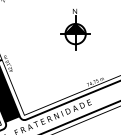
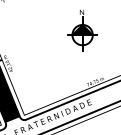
part at (75, 29) position: (75, 29) -> (82, 30)
